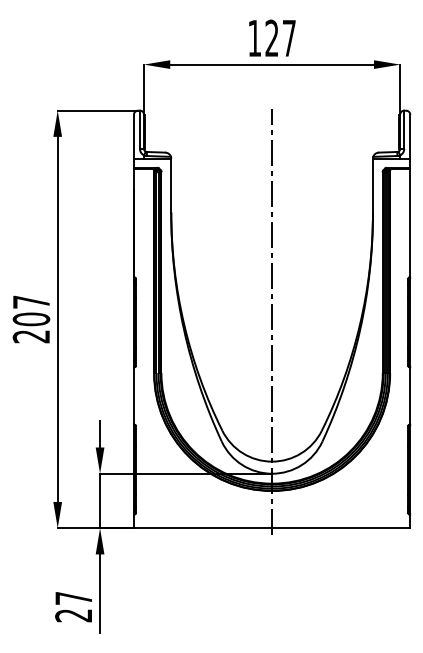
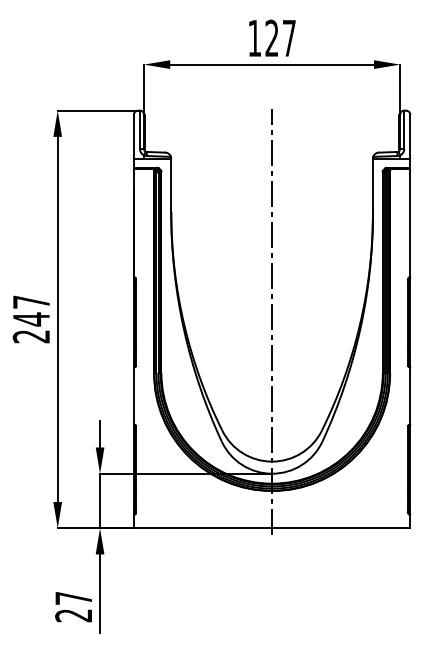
text at (31, 319): 207 -> 247
